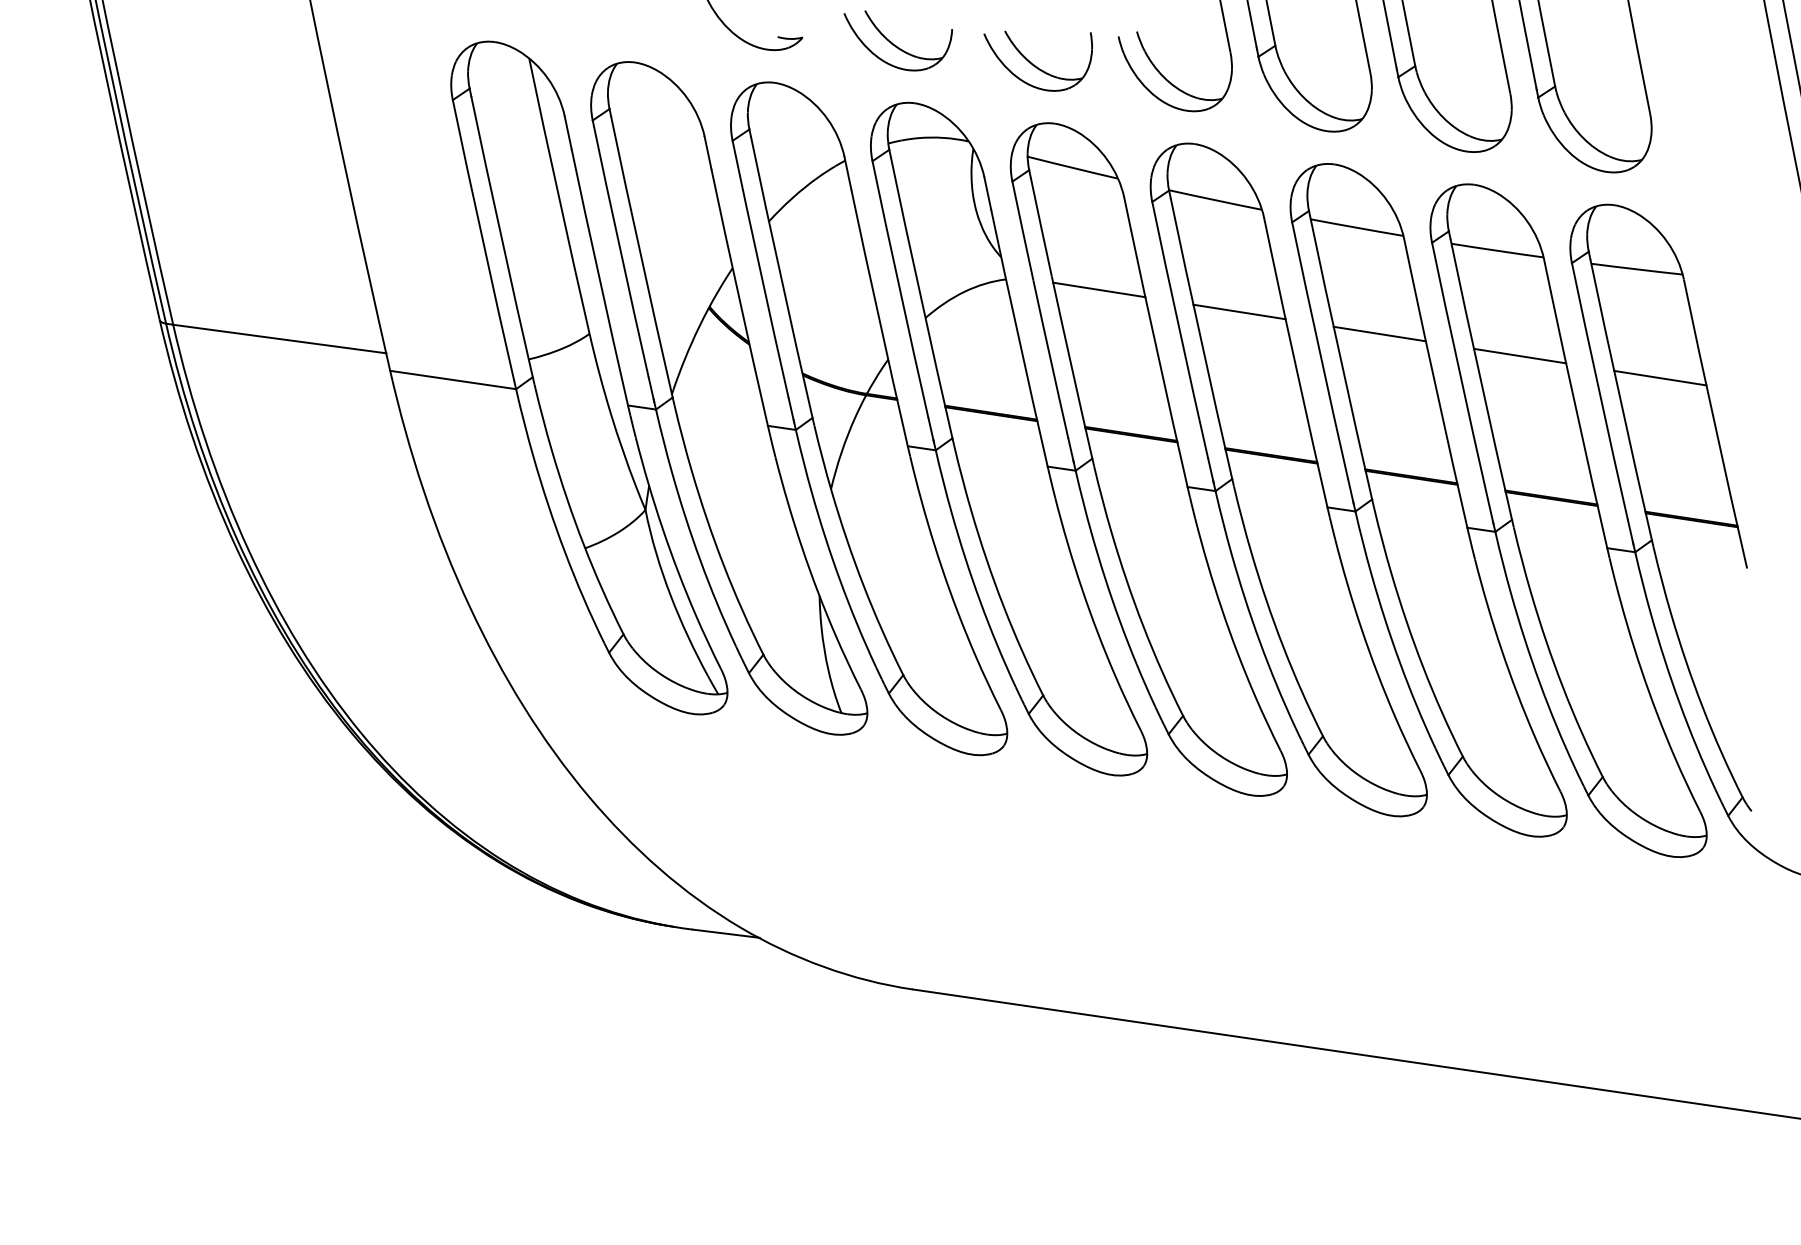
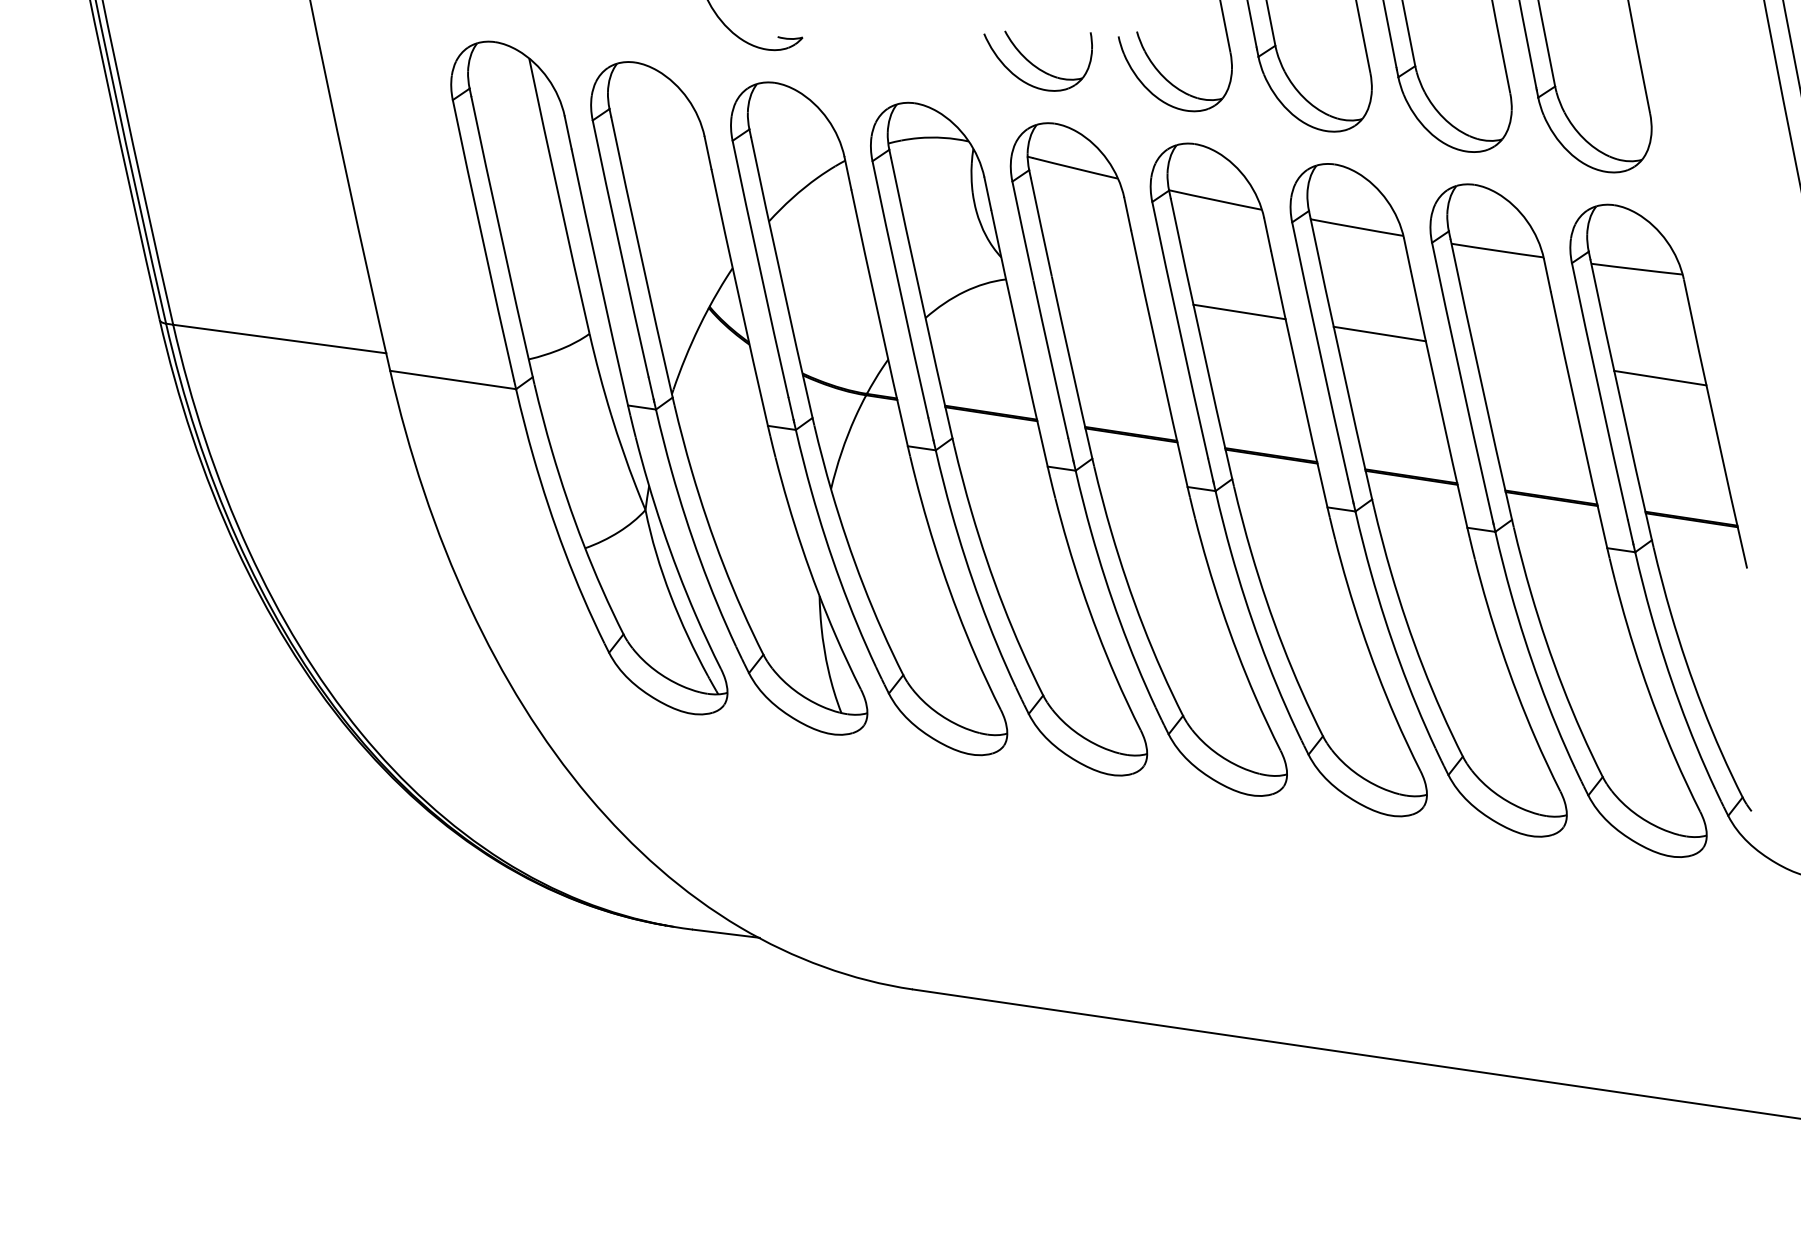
part at (898, 40): present -> none
line at (1099, 289): present -> none
line at (1519, 355): present -> none
